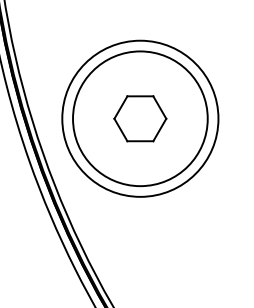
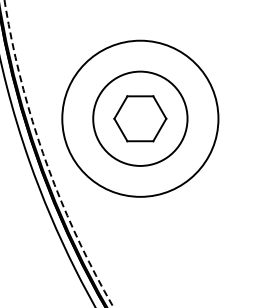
circle at (140, 118) diameter: 135 px -> 94 px
arc at (45, 158): solid -> dashed
